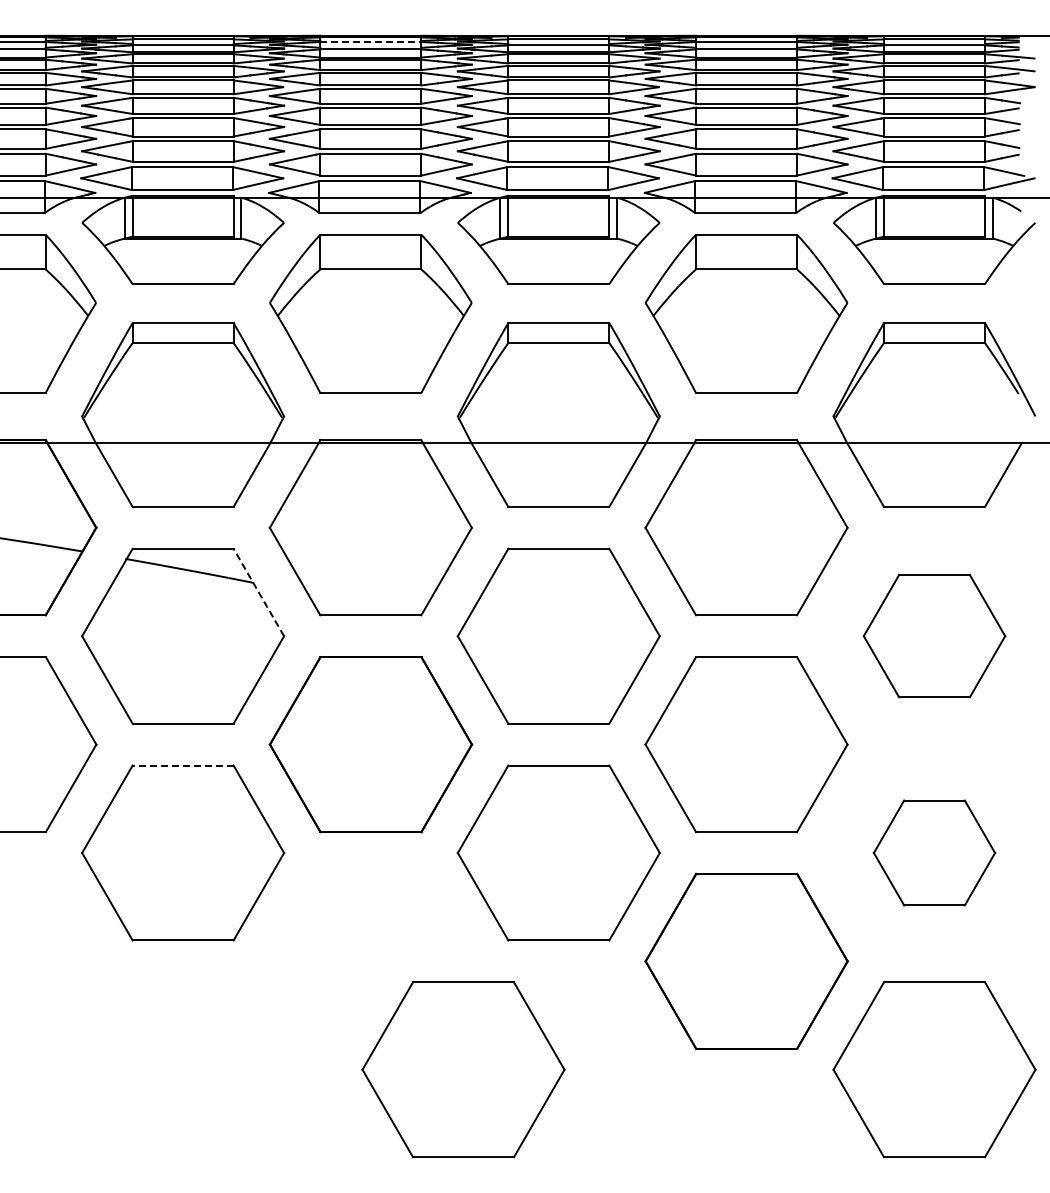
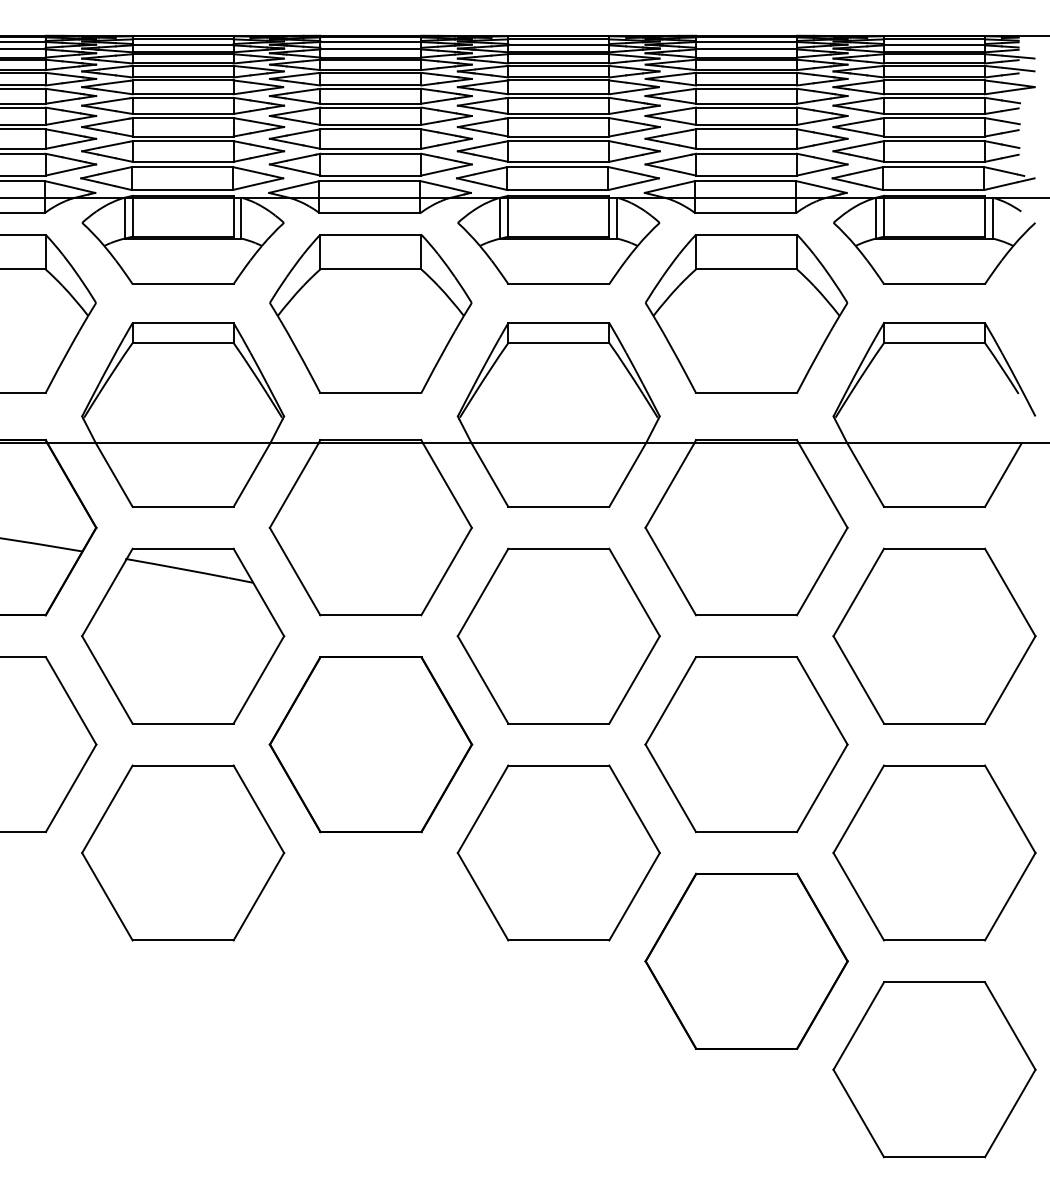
line at (371, 42): dashed -> solid
line at (258, 592): dashed -> solid
part at (934, 636) size: 145x125 px -> 205x178 px
line at (182, 765): dashed -> solid
part at (934, 852) size: 125x108 px -> 205x178 px
part at (463, 1069): present -> none
